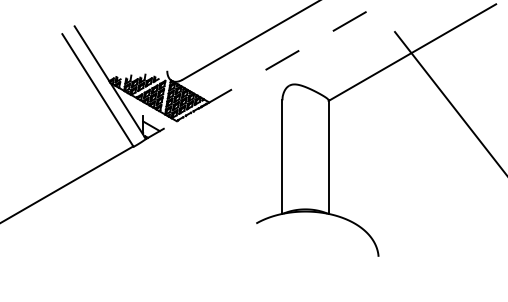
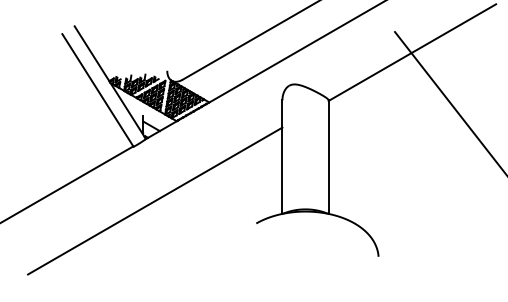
line at (265, 70): dashed -> solid
line at (155, 200): none -> present
